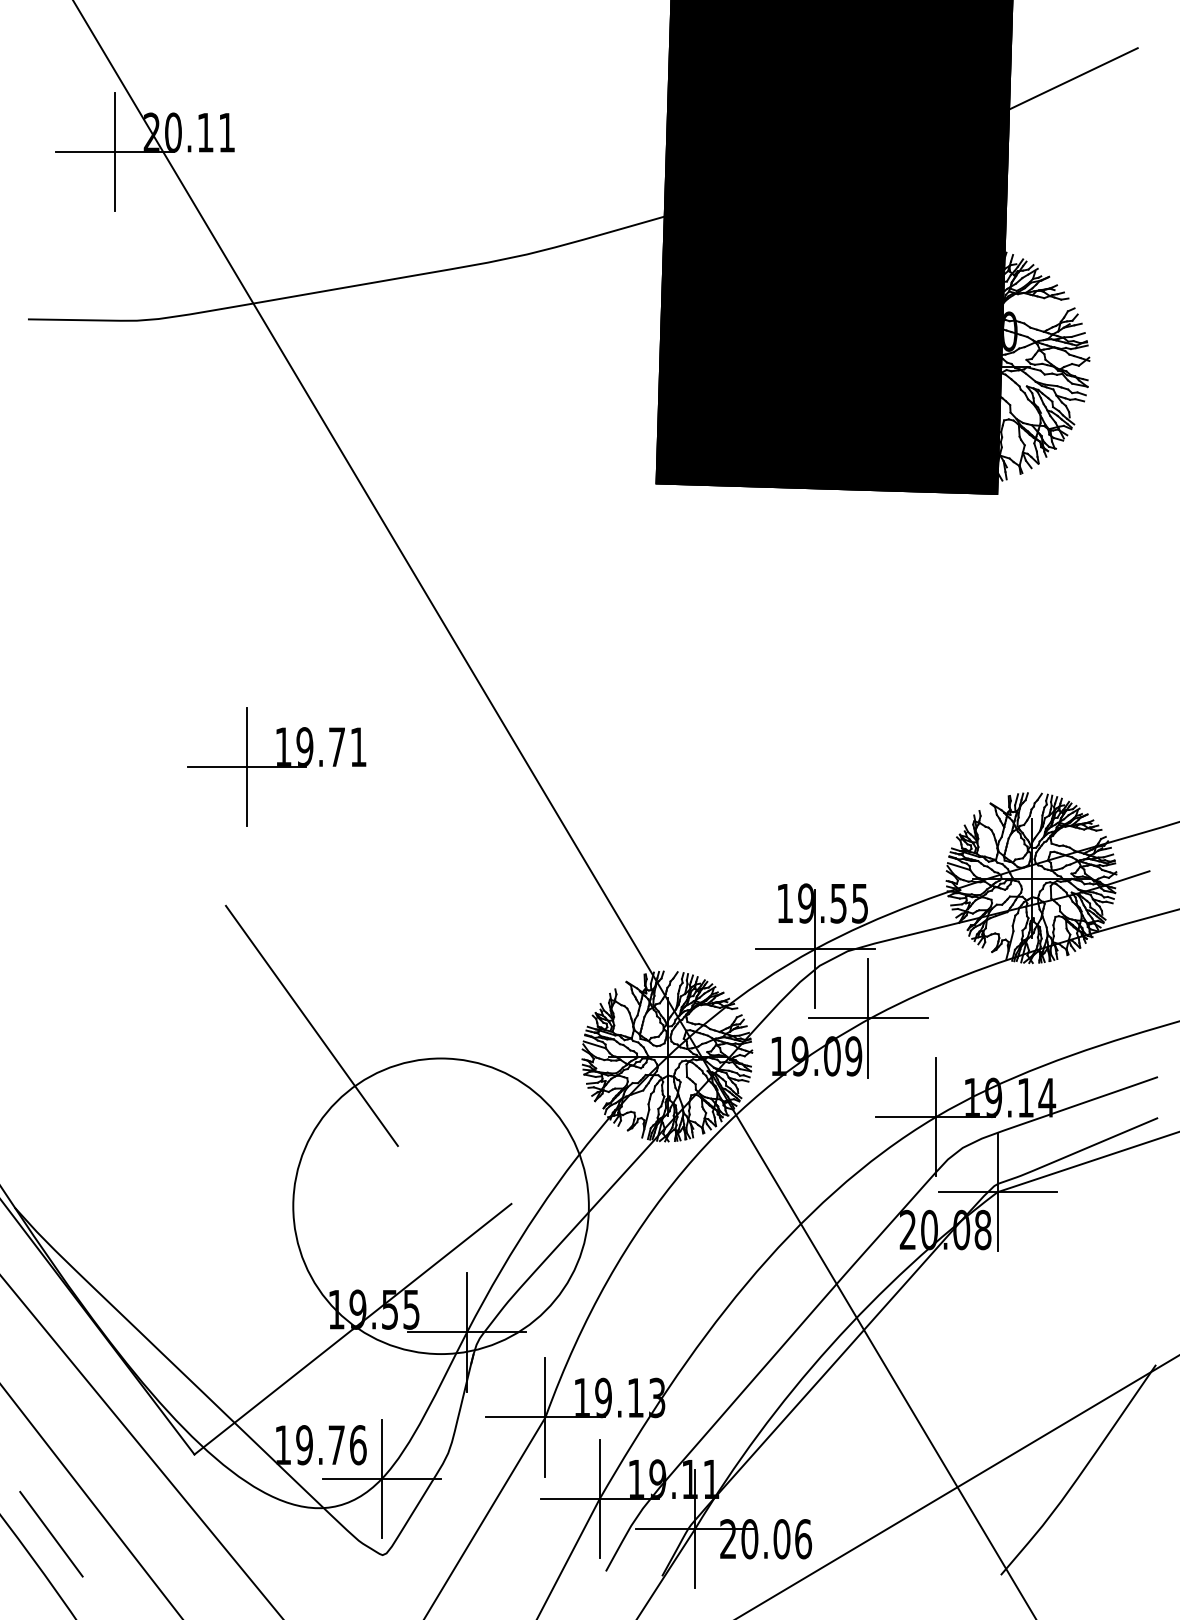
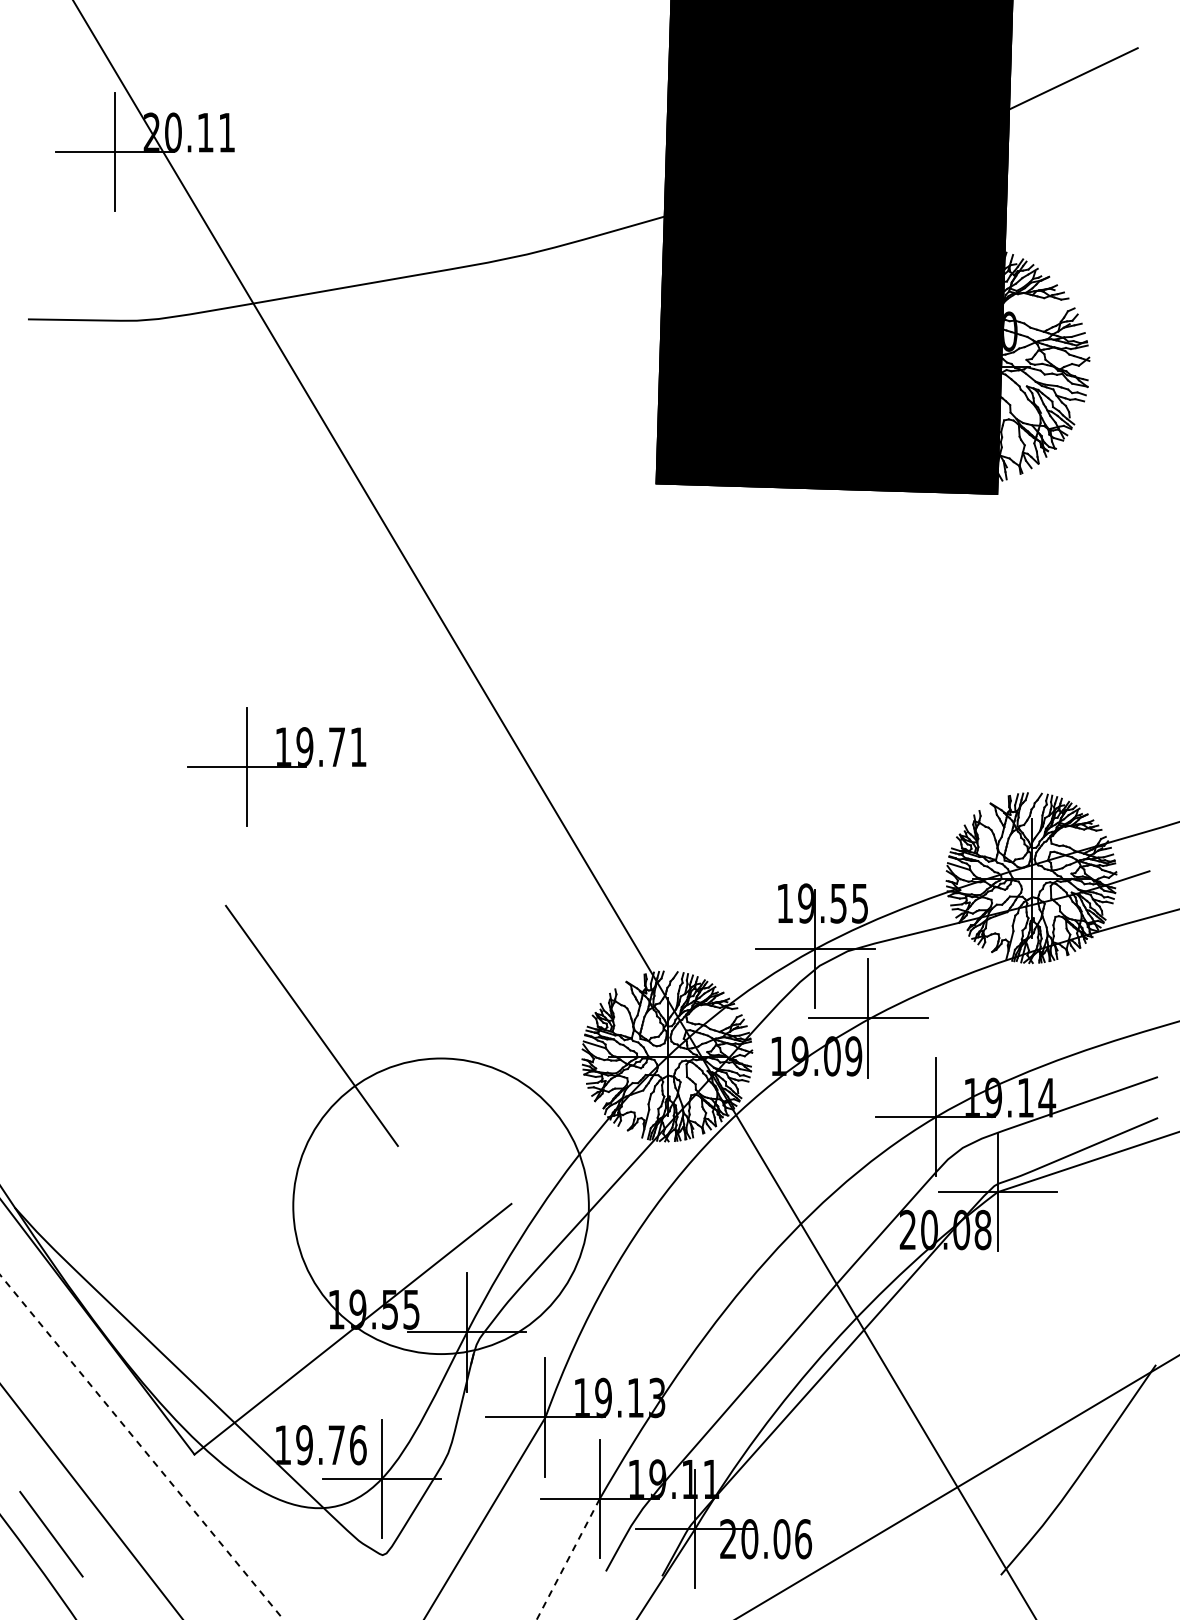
line at (141, 1447): solid -> dashed
line at (568, 1559): solid -> dashed
